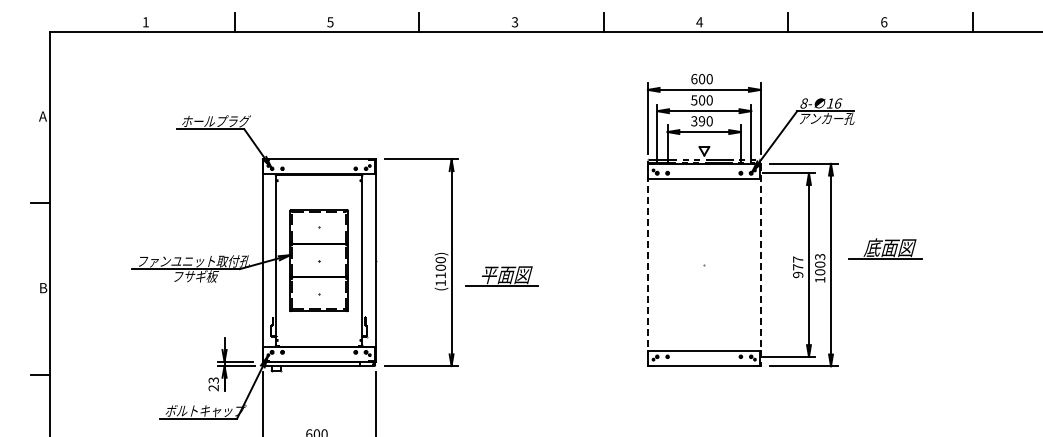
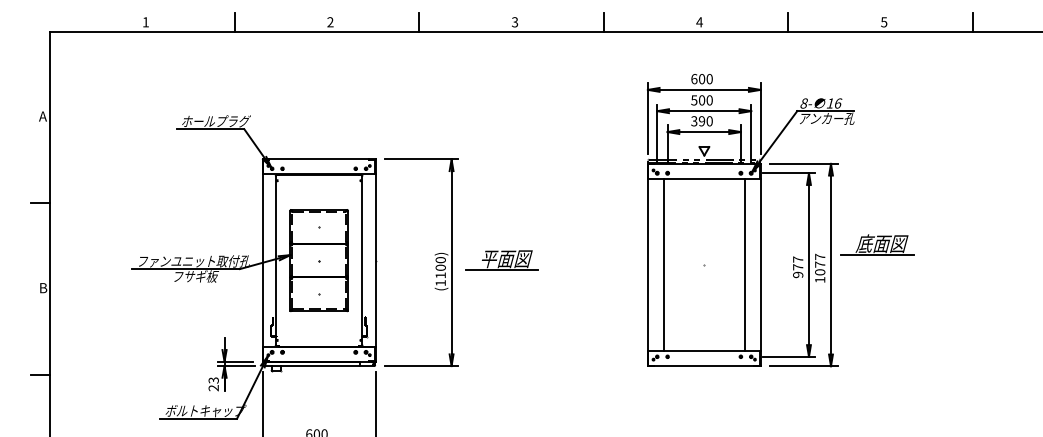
text at (330, 22): 5 -> 2
text at (884, 22): 6 -> 5
part at (885, 248) position: (885, 248) -> (877, 244)
text at (820, 260): 1003 -> 1077
line at (663, 264): none -> present
line at (744, 264): none -> present
line at (647, 265): dashed -> solid
line at (760, 265): dashed -> solid
part at (501, 276) position: (501, 276) -> (501, 260)
